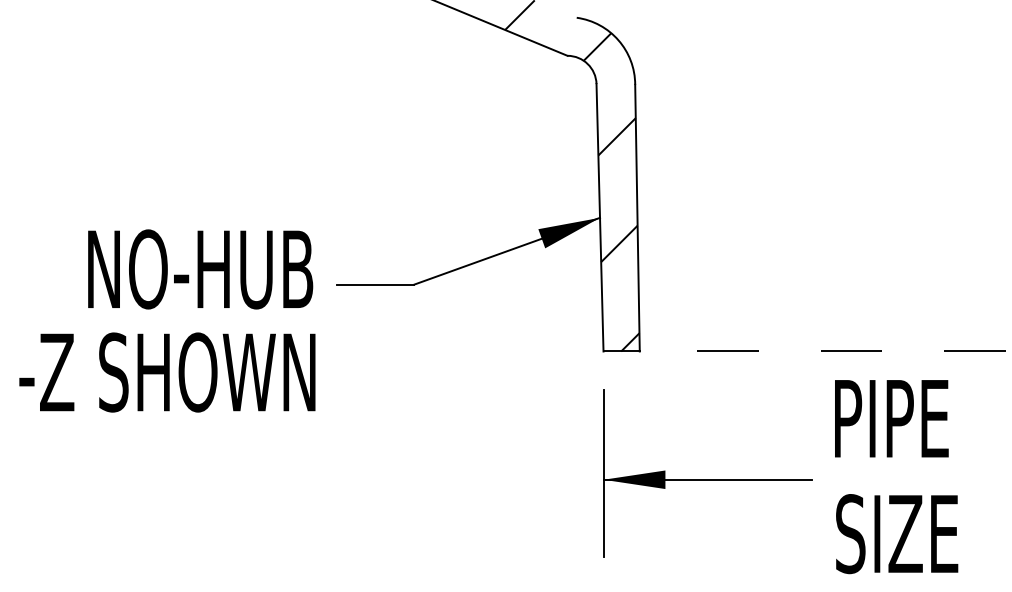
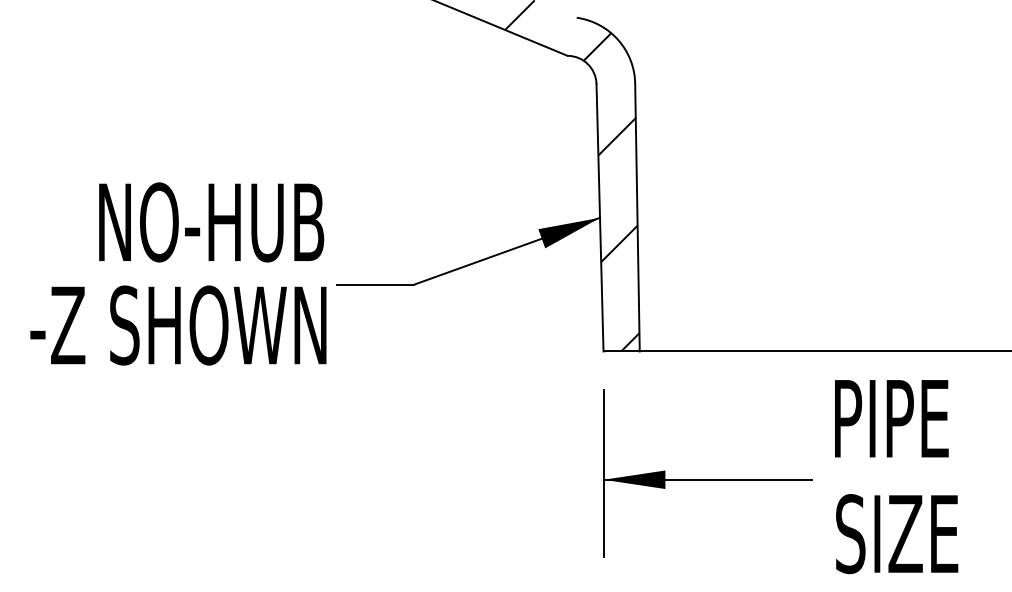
text at (167, 320) position: (167, 320) -> (178, 273)
line at (825, 351): dashed -> solid
